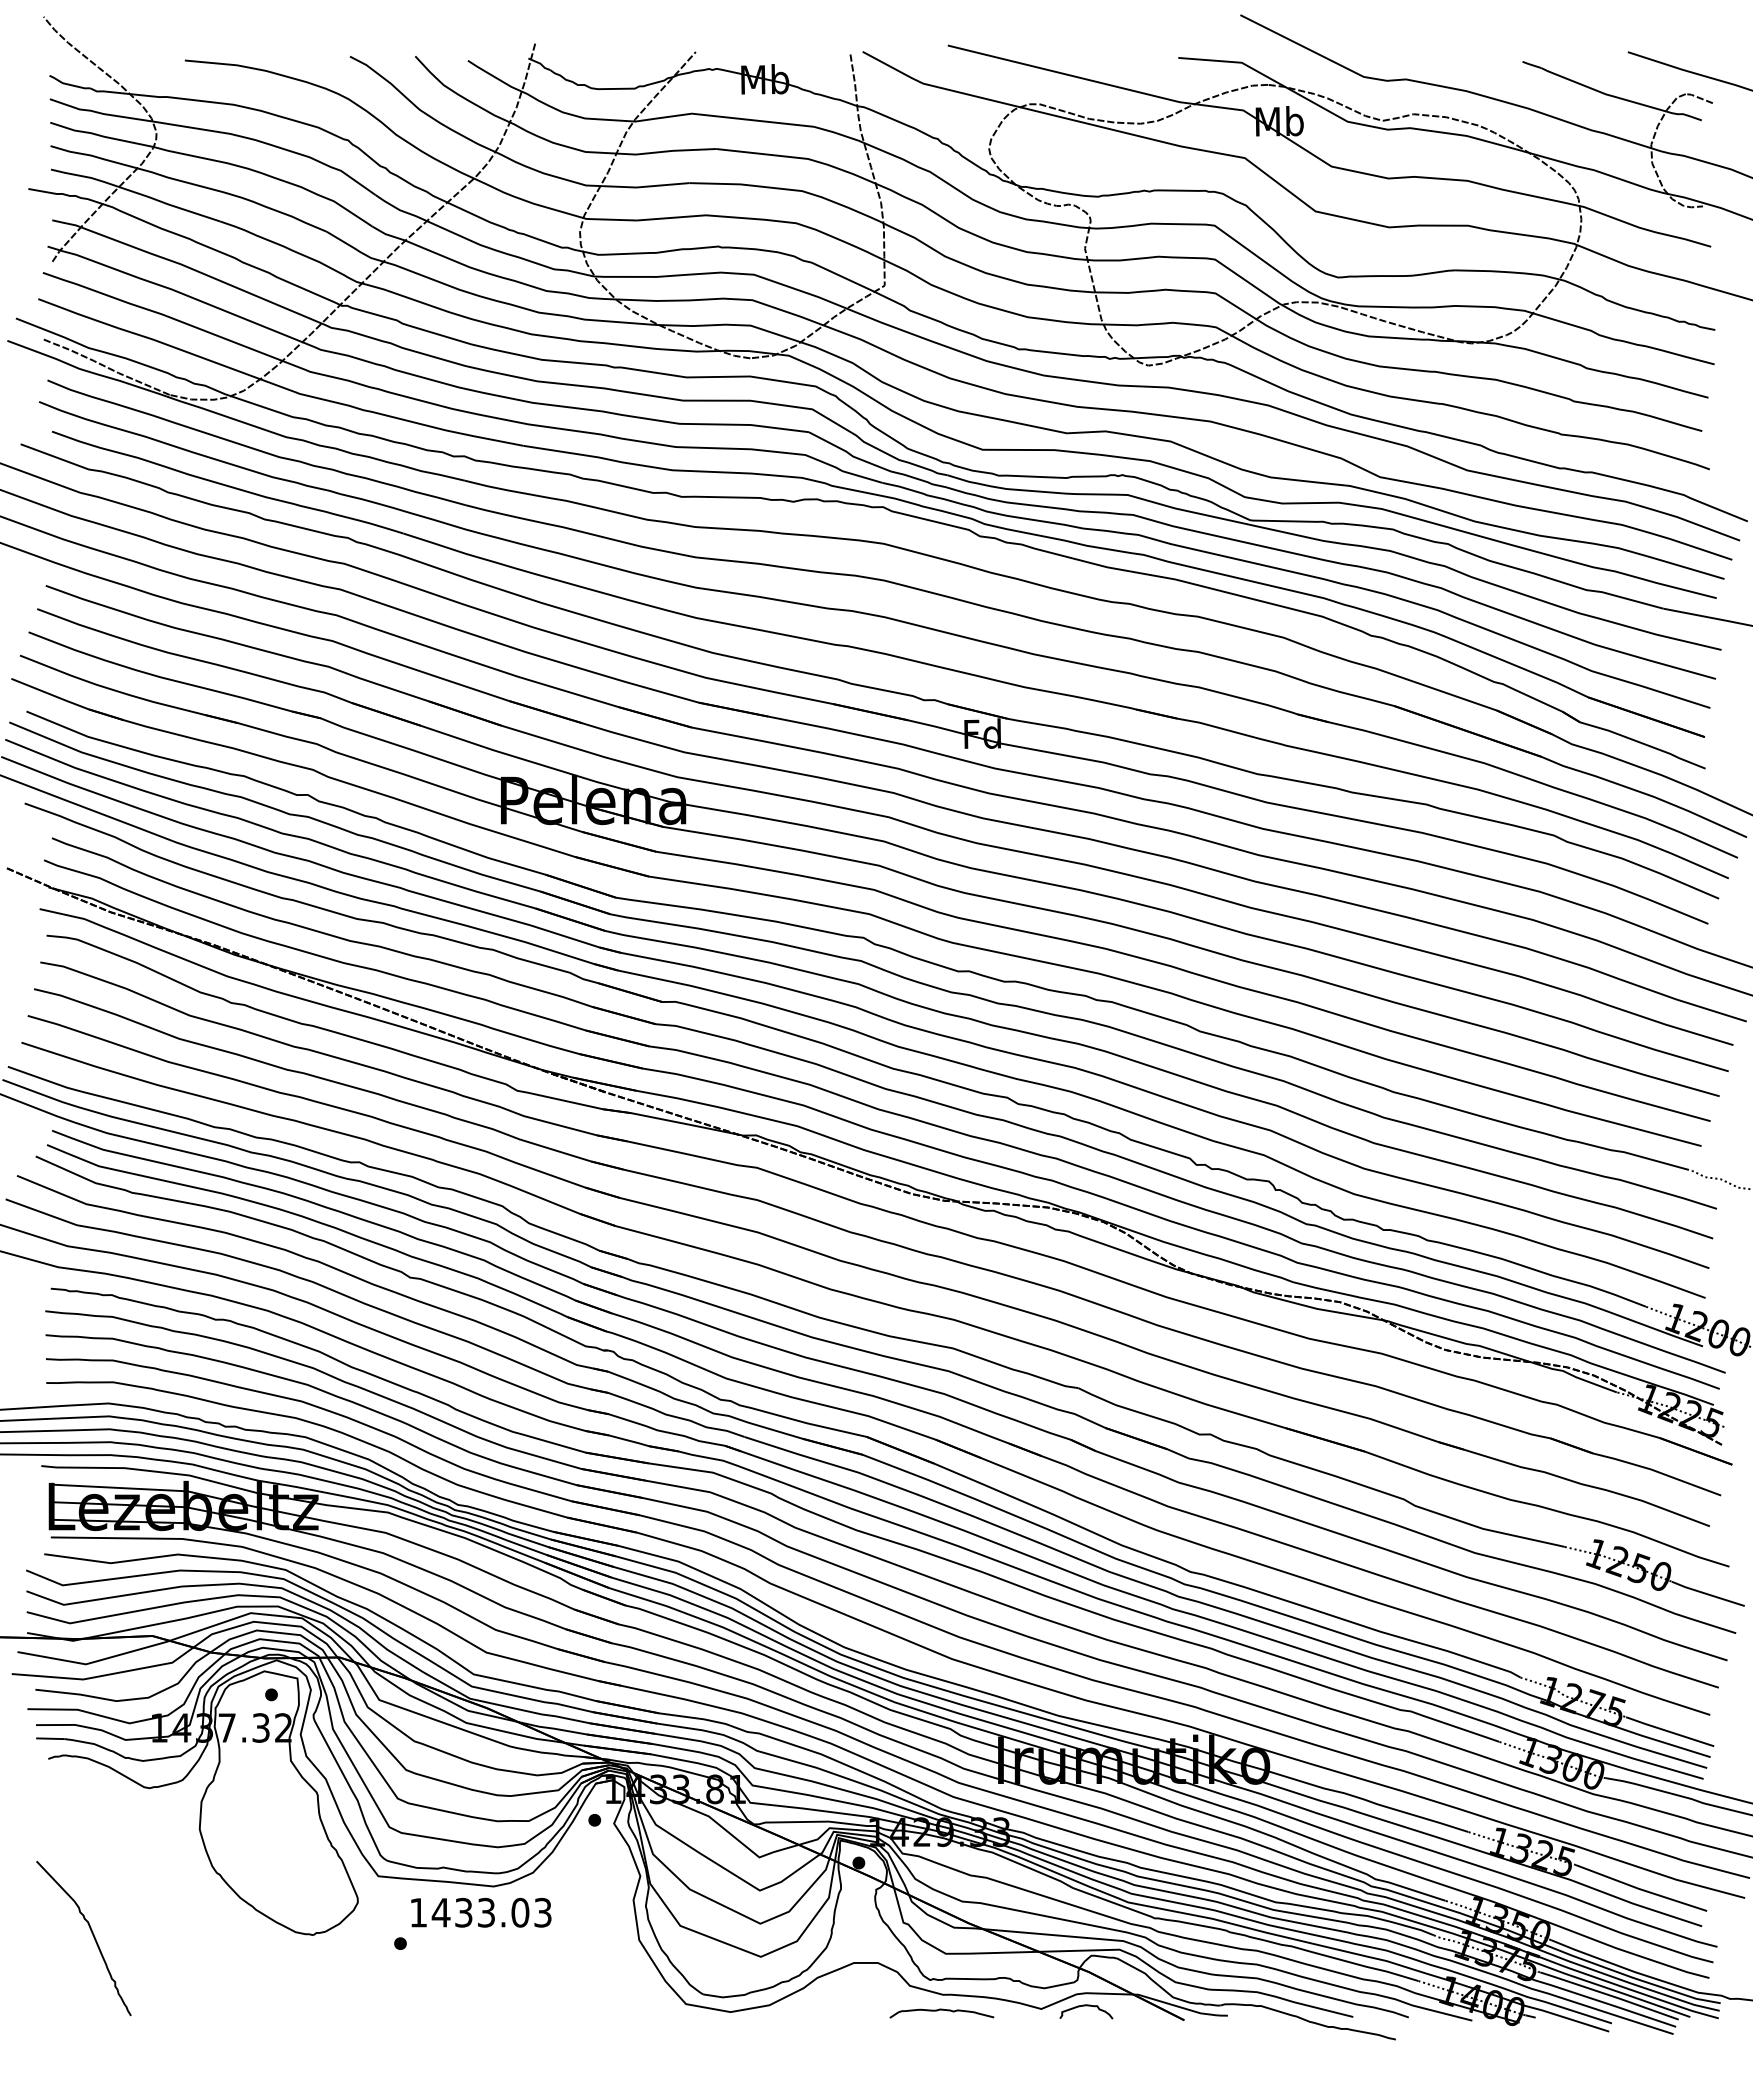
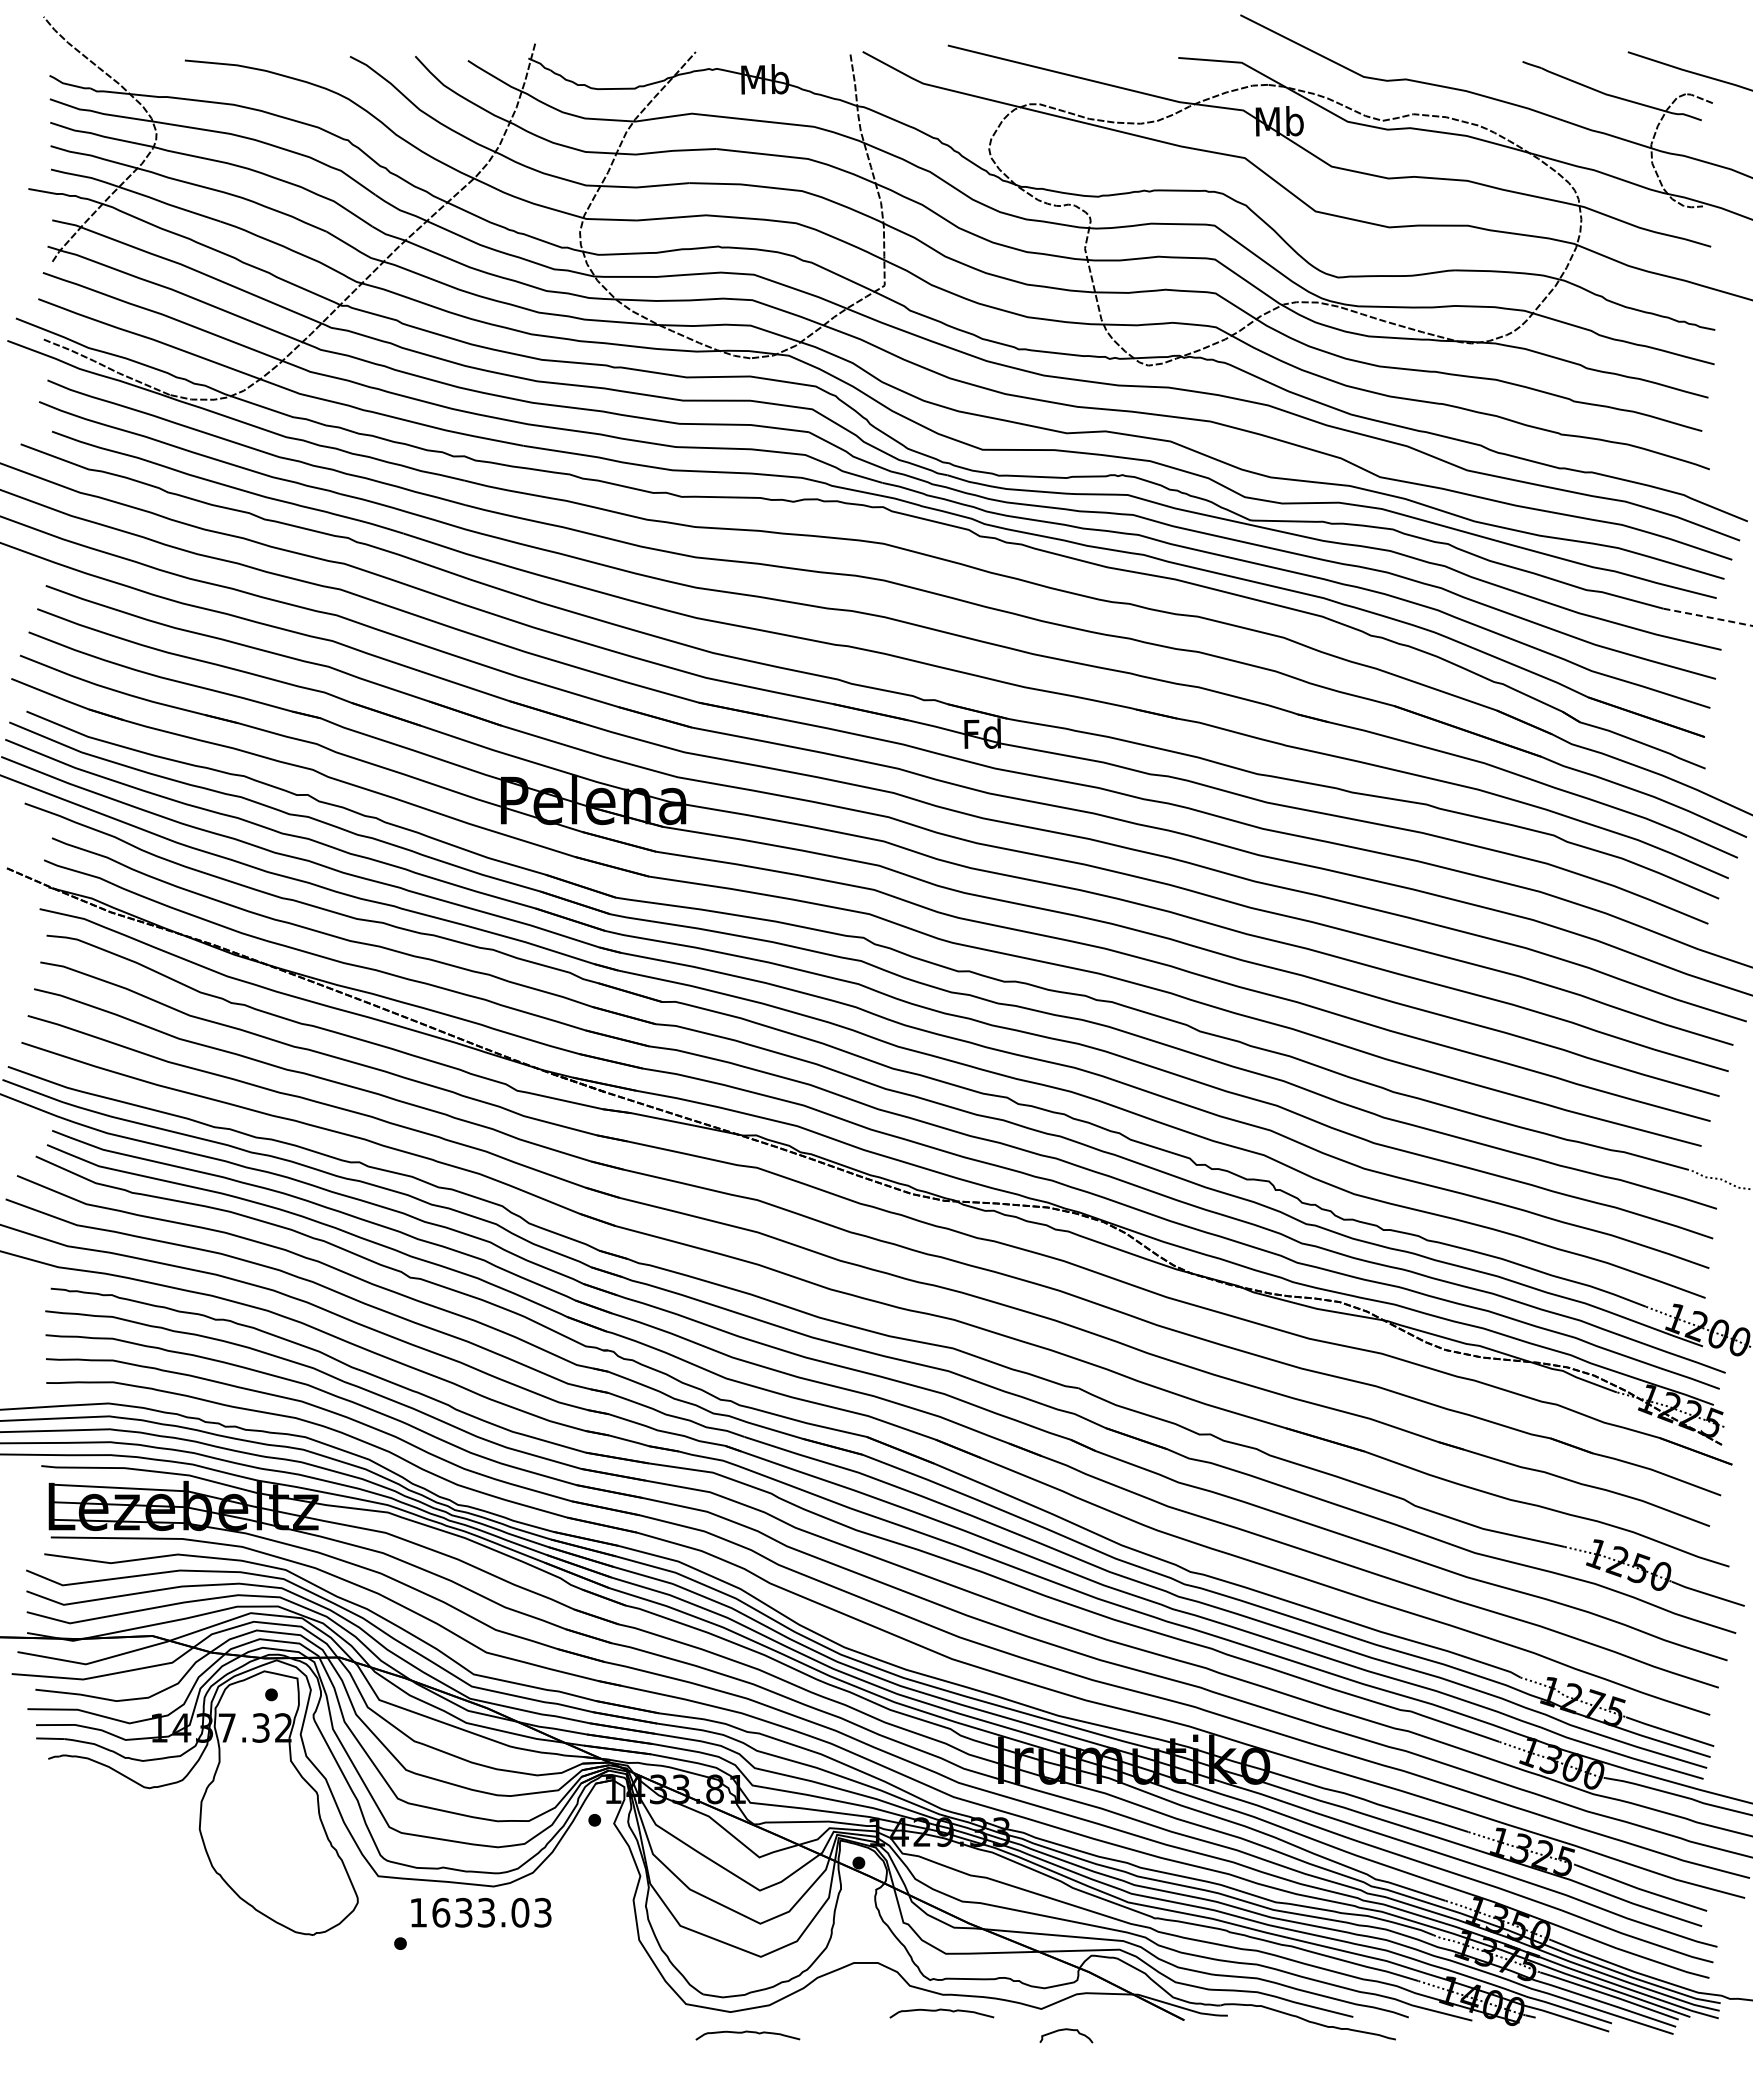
line at (1708, 617): solid -> dashed
text at (440, 1912): 1433.03 -> 1633.03
curve at (91, 1933): present -> none
curve at (1086, 2006) position: (1086, 2006) -> (1066, 2030)
curve at (747, 2032): none -> present
